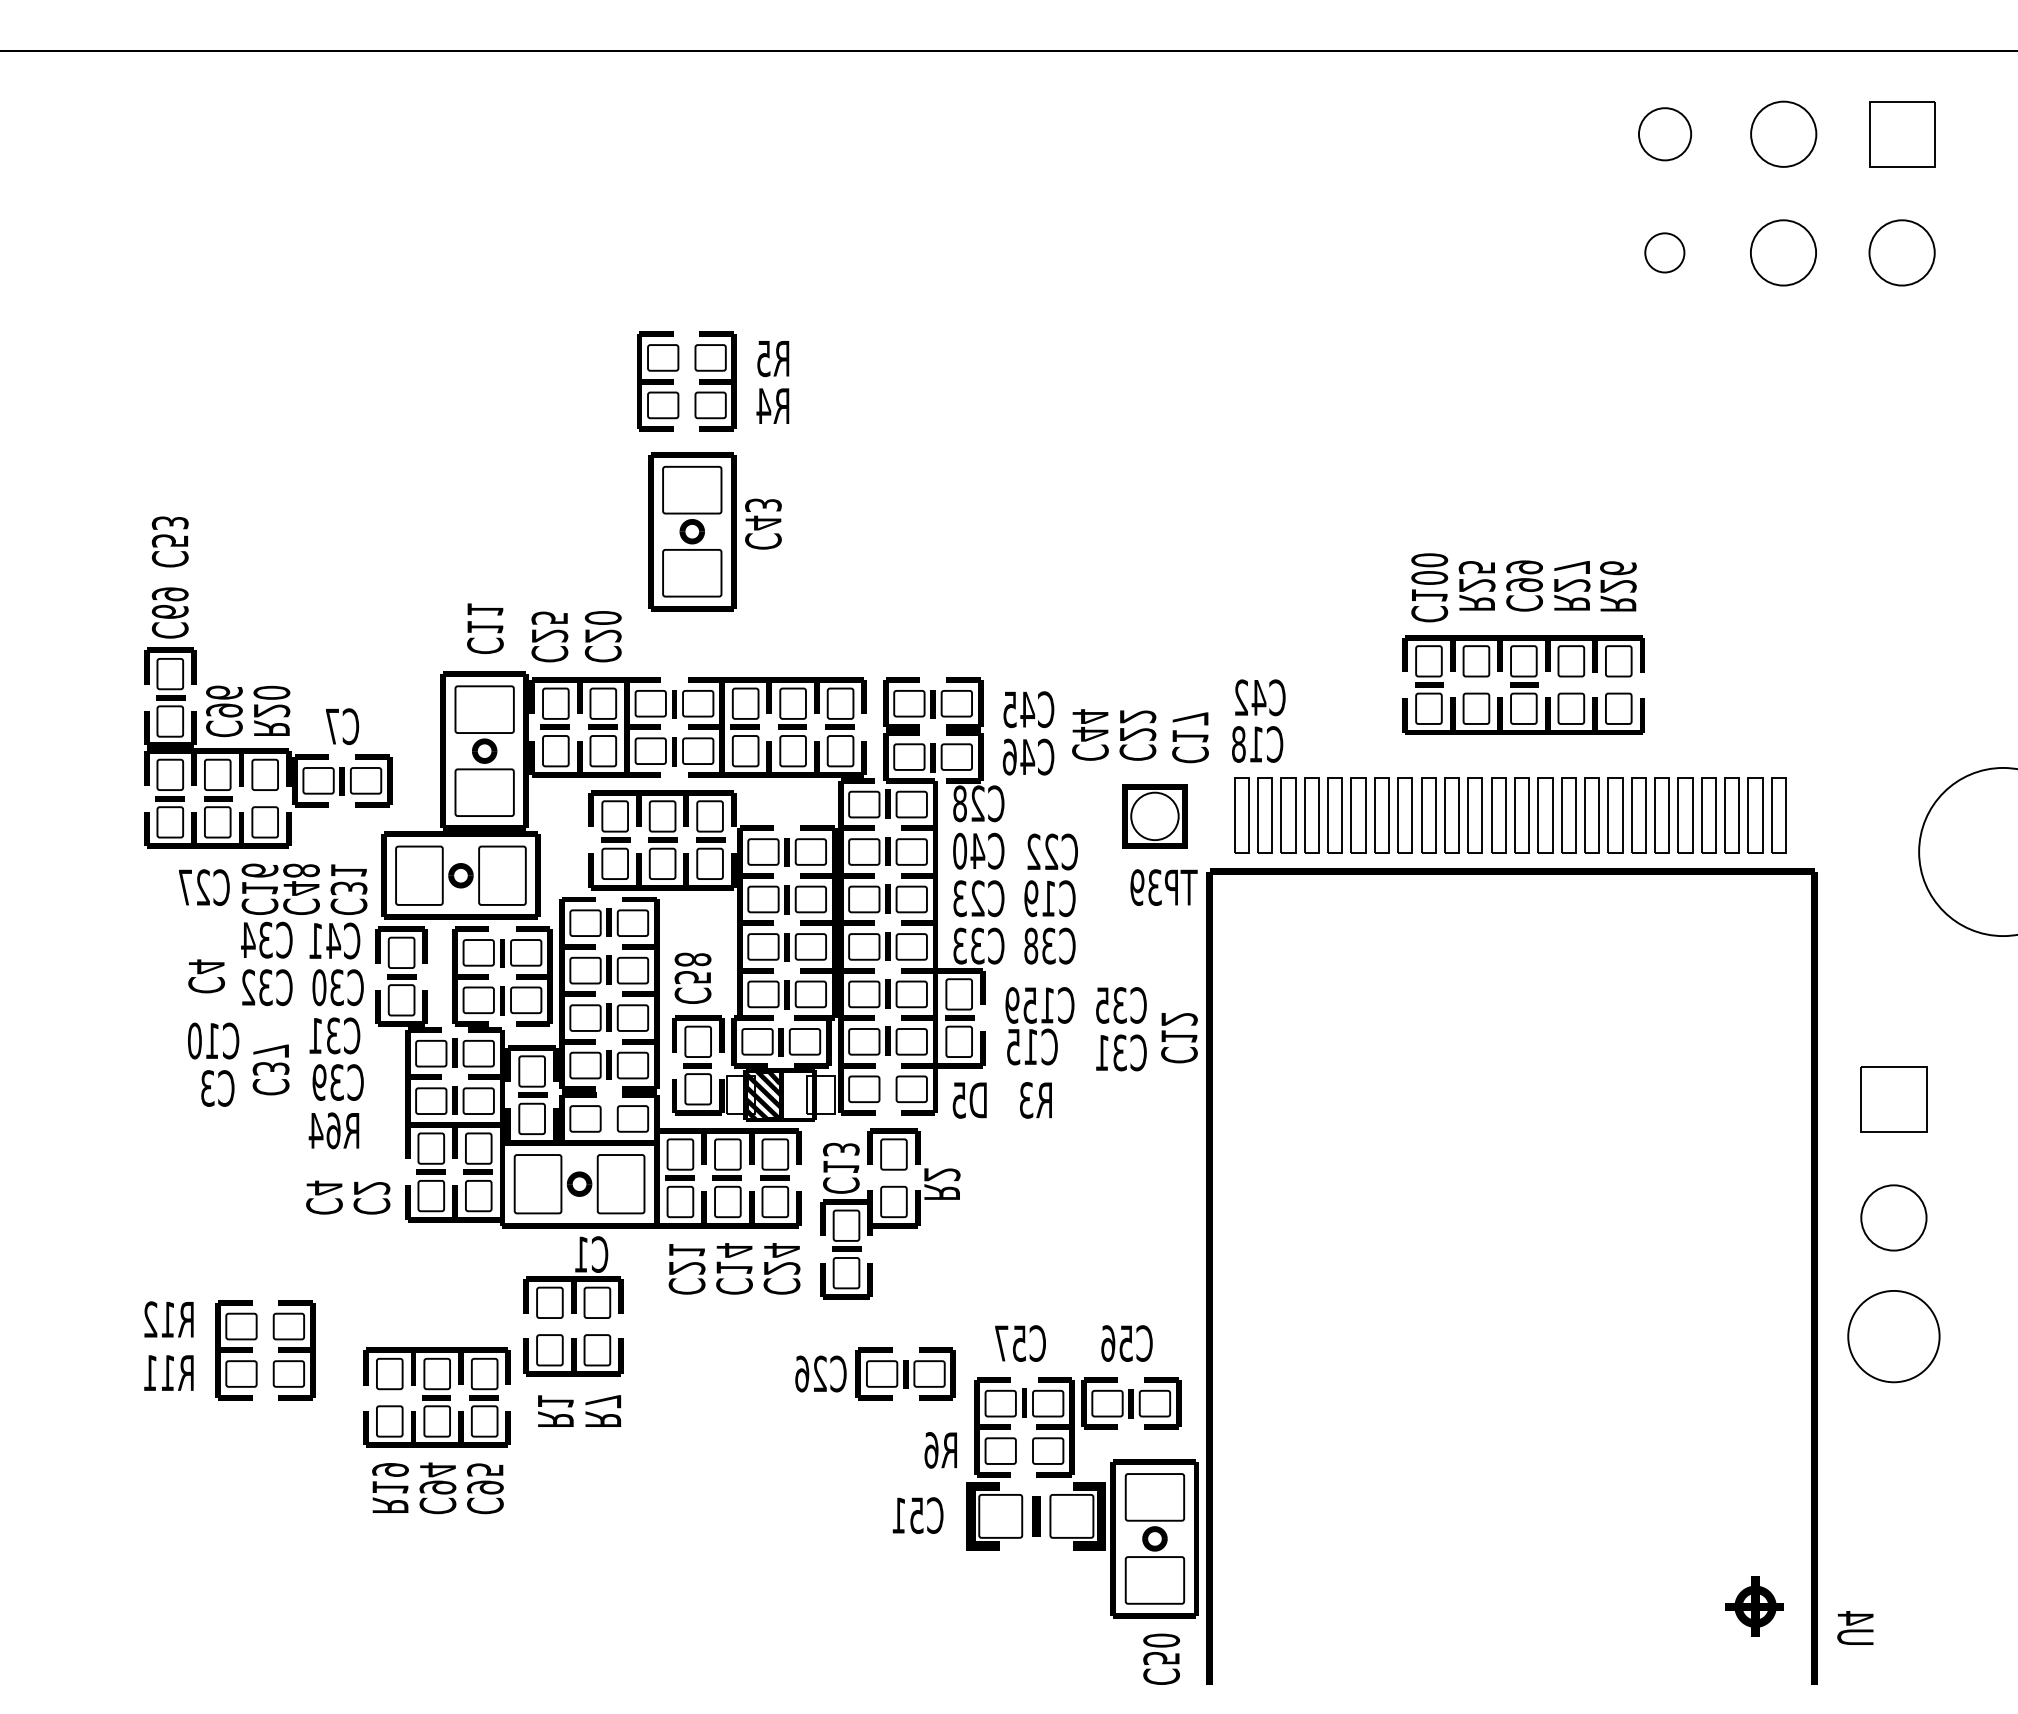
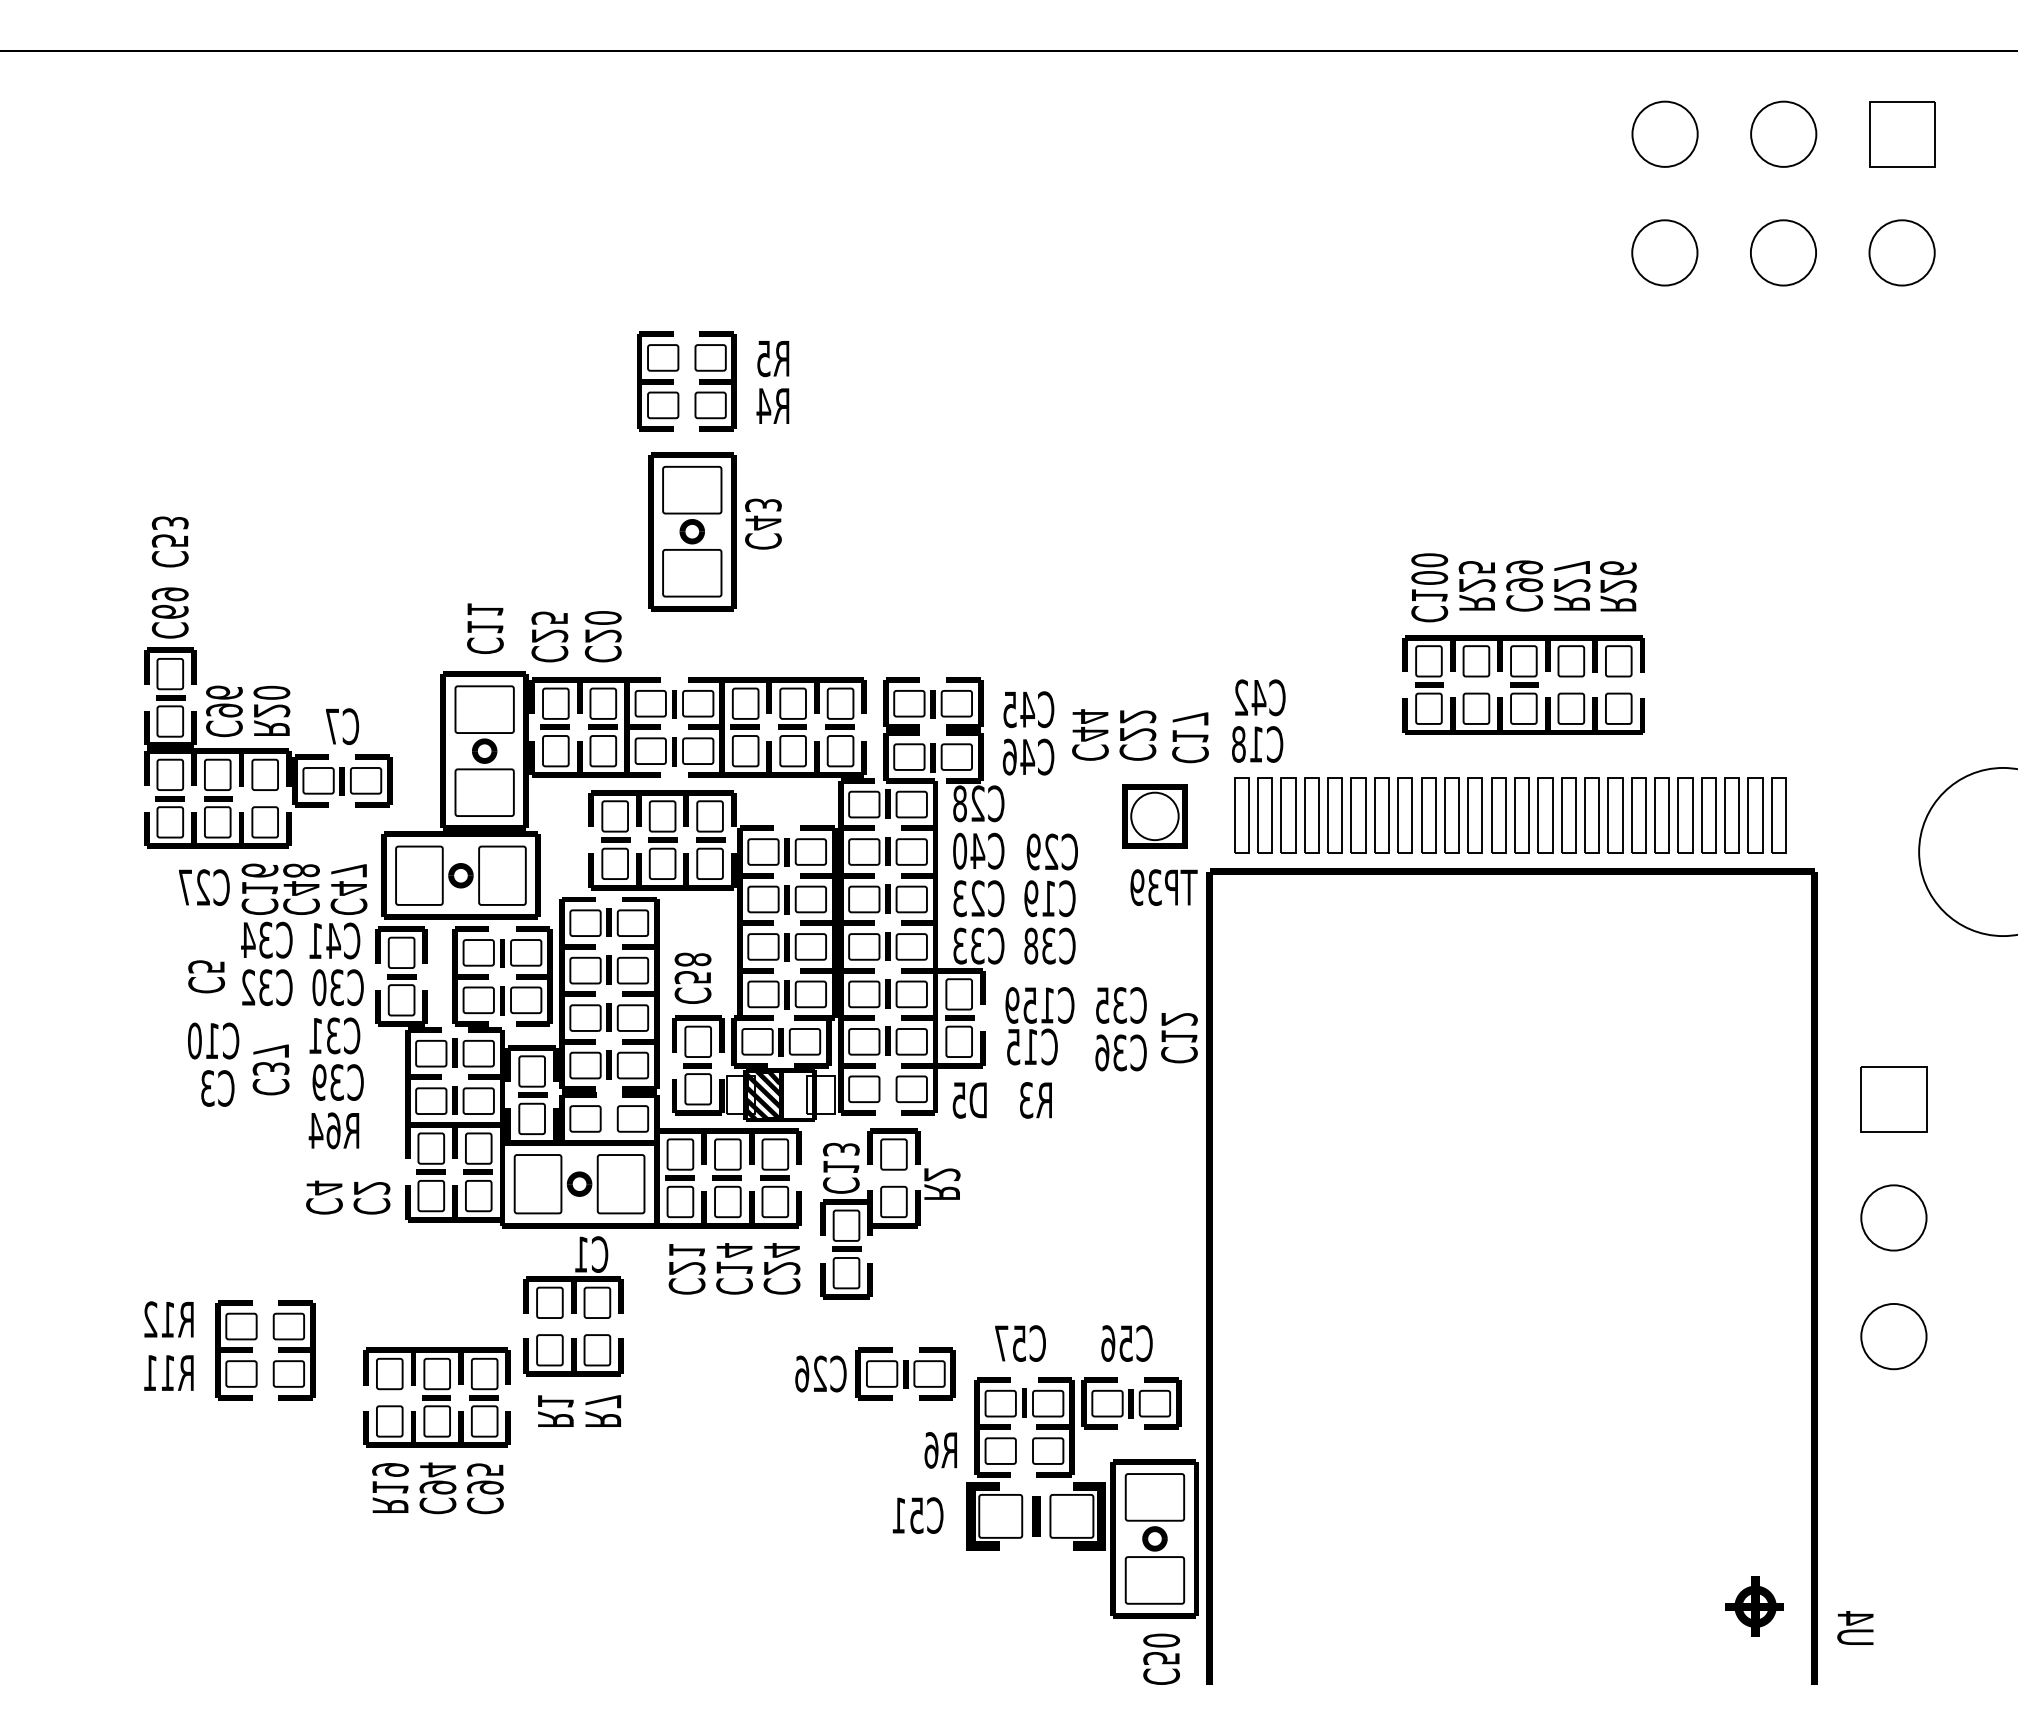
circle at (1664, 134) diameter: 52 px -> 65 px
circle at (1664, 252) diameter: 39 px -> 65 px
text at (1033, 851): C22 -> C29
text at (348, 879): C31 -> C47
text at (206, 966): C4 -> C5
text at (1102, 1052): C31 -> C36
circle at (1893, 1336) diameter: 91 px -> 65 px
